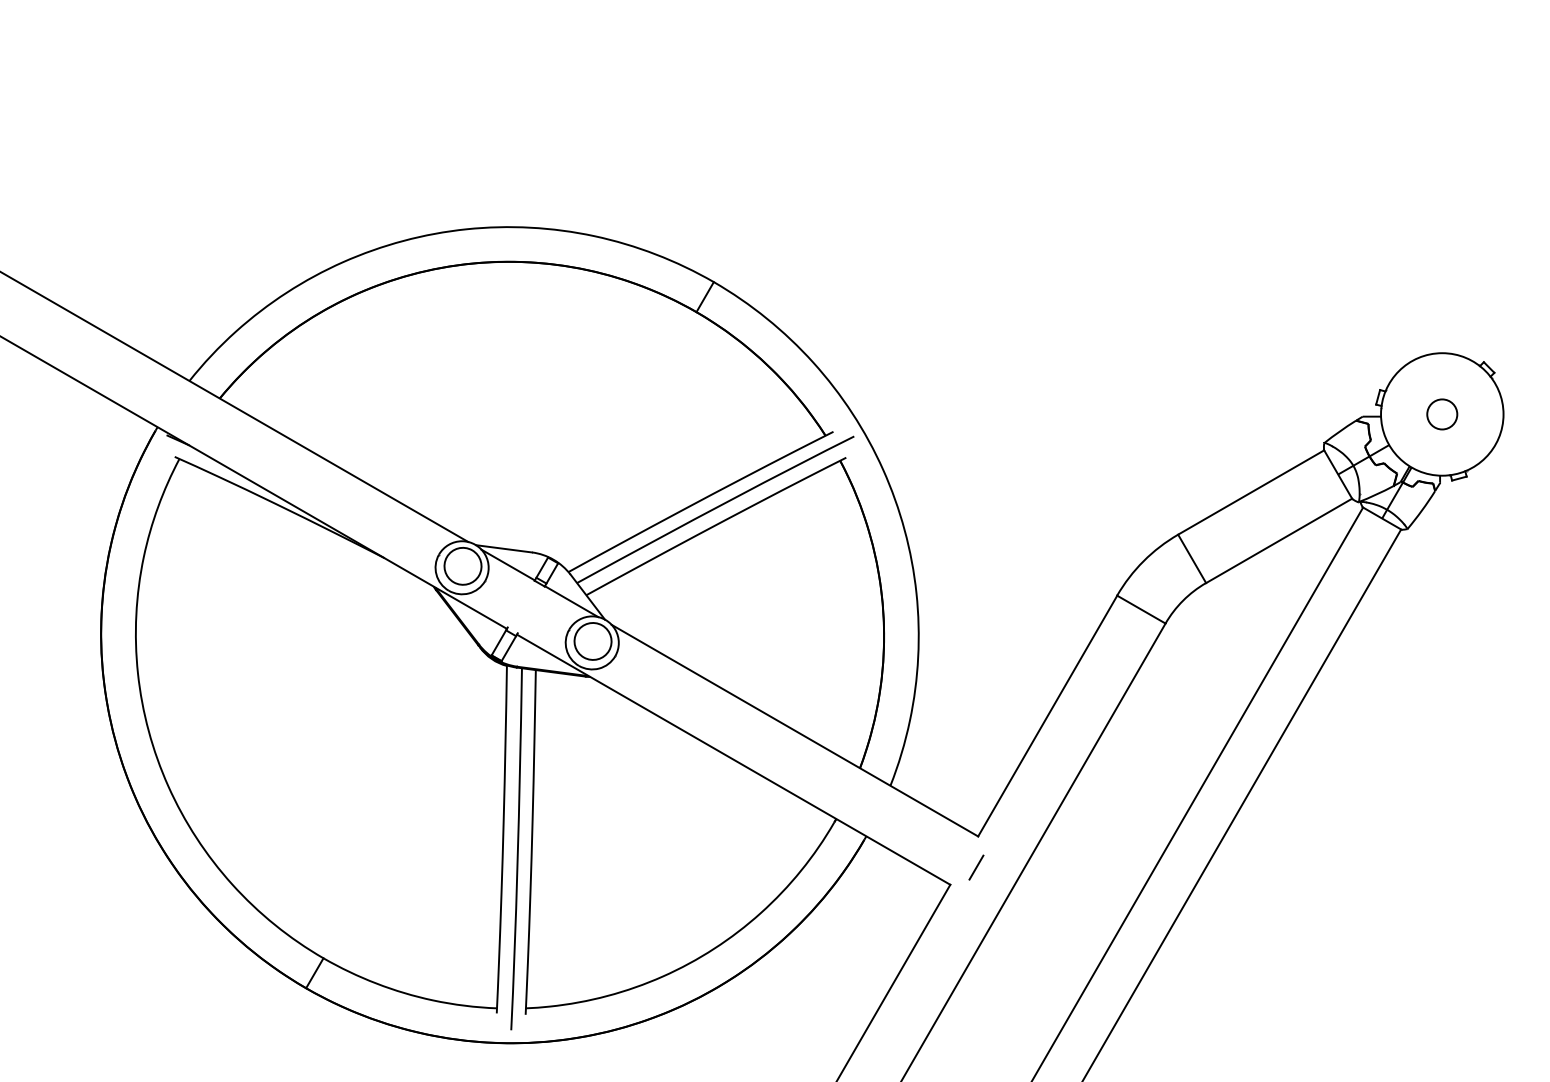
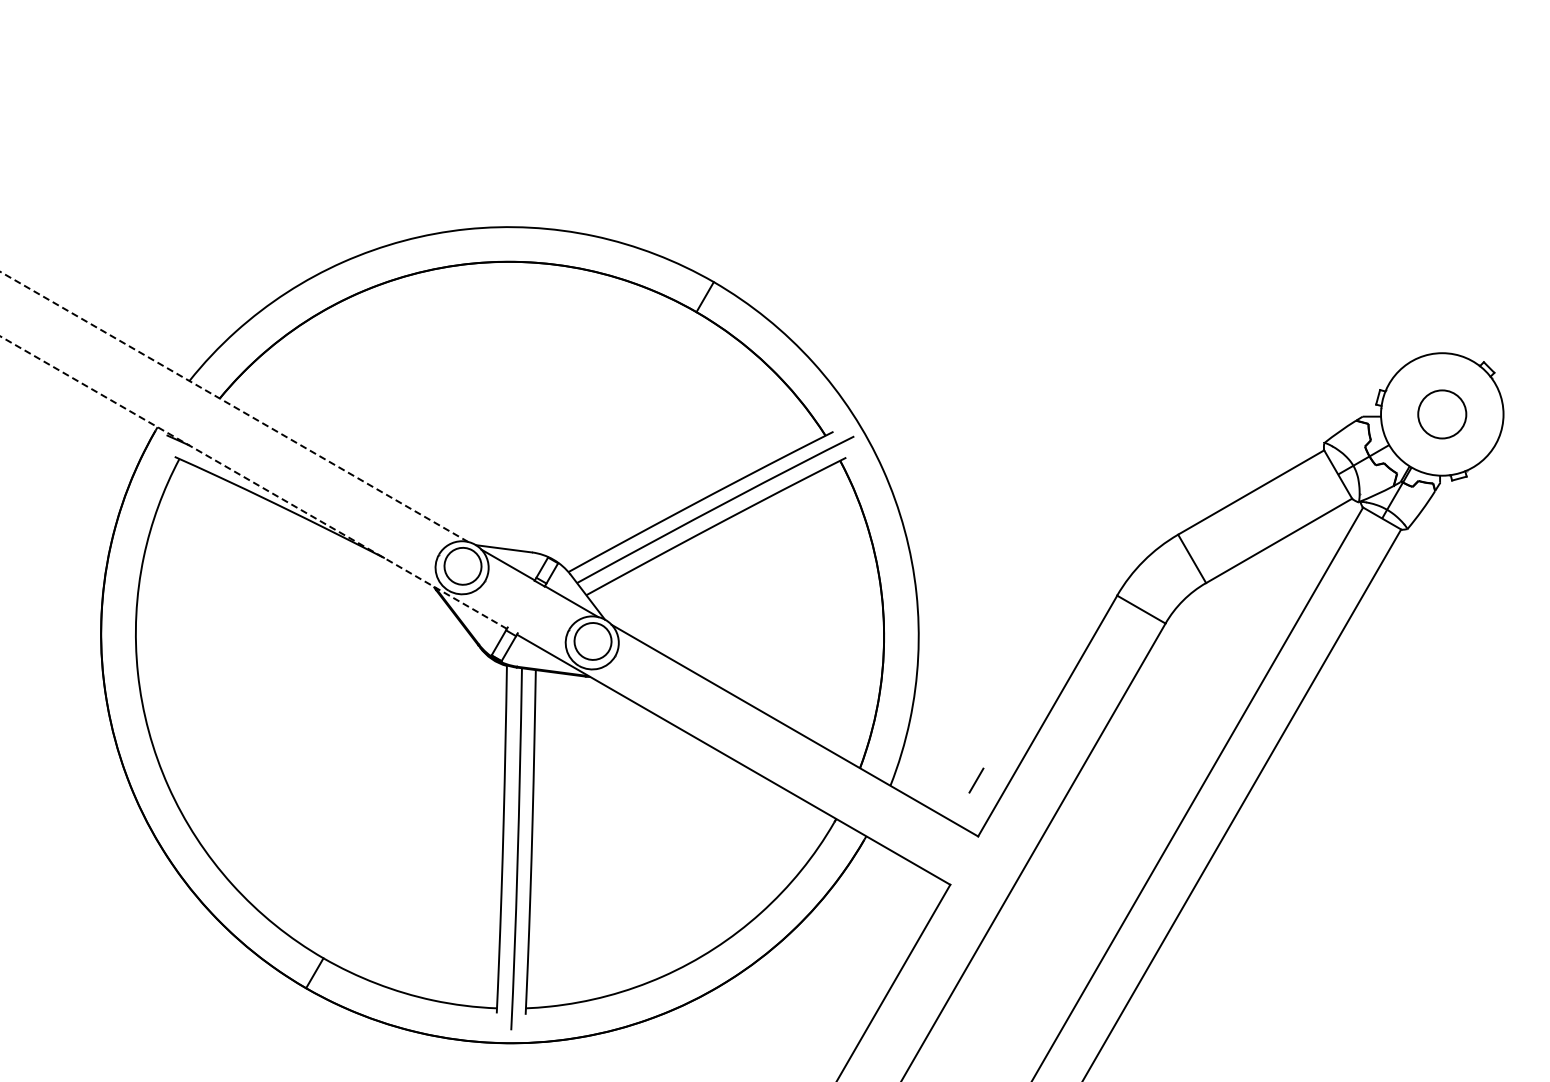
line at (234, 406): solid -> dashed
circle at (1442, 414) diameter: 30 px -> 48 px
line at (254, 482): solid -> dashed
line at (976, 867) position: (976, 867) -> (976, 780)
